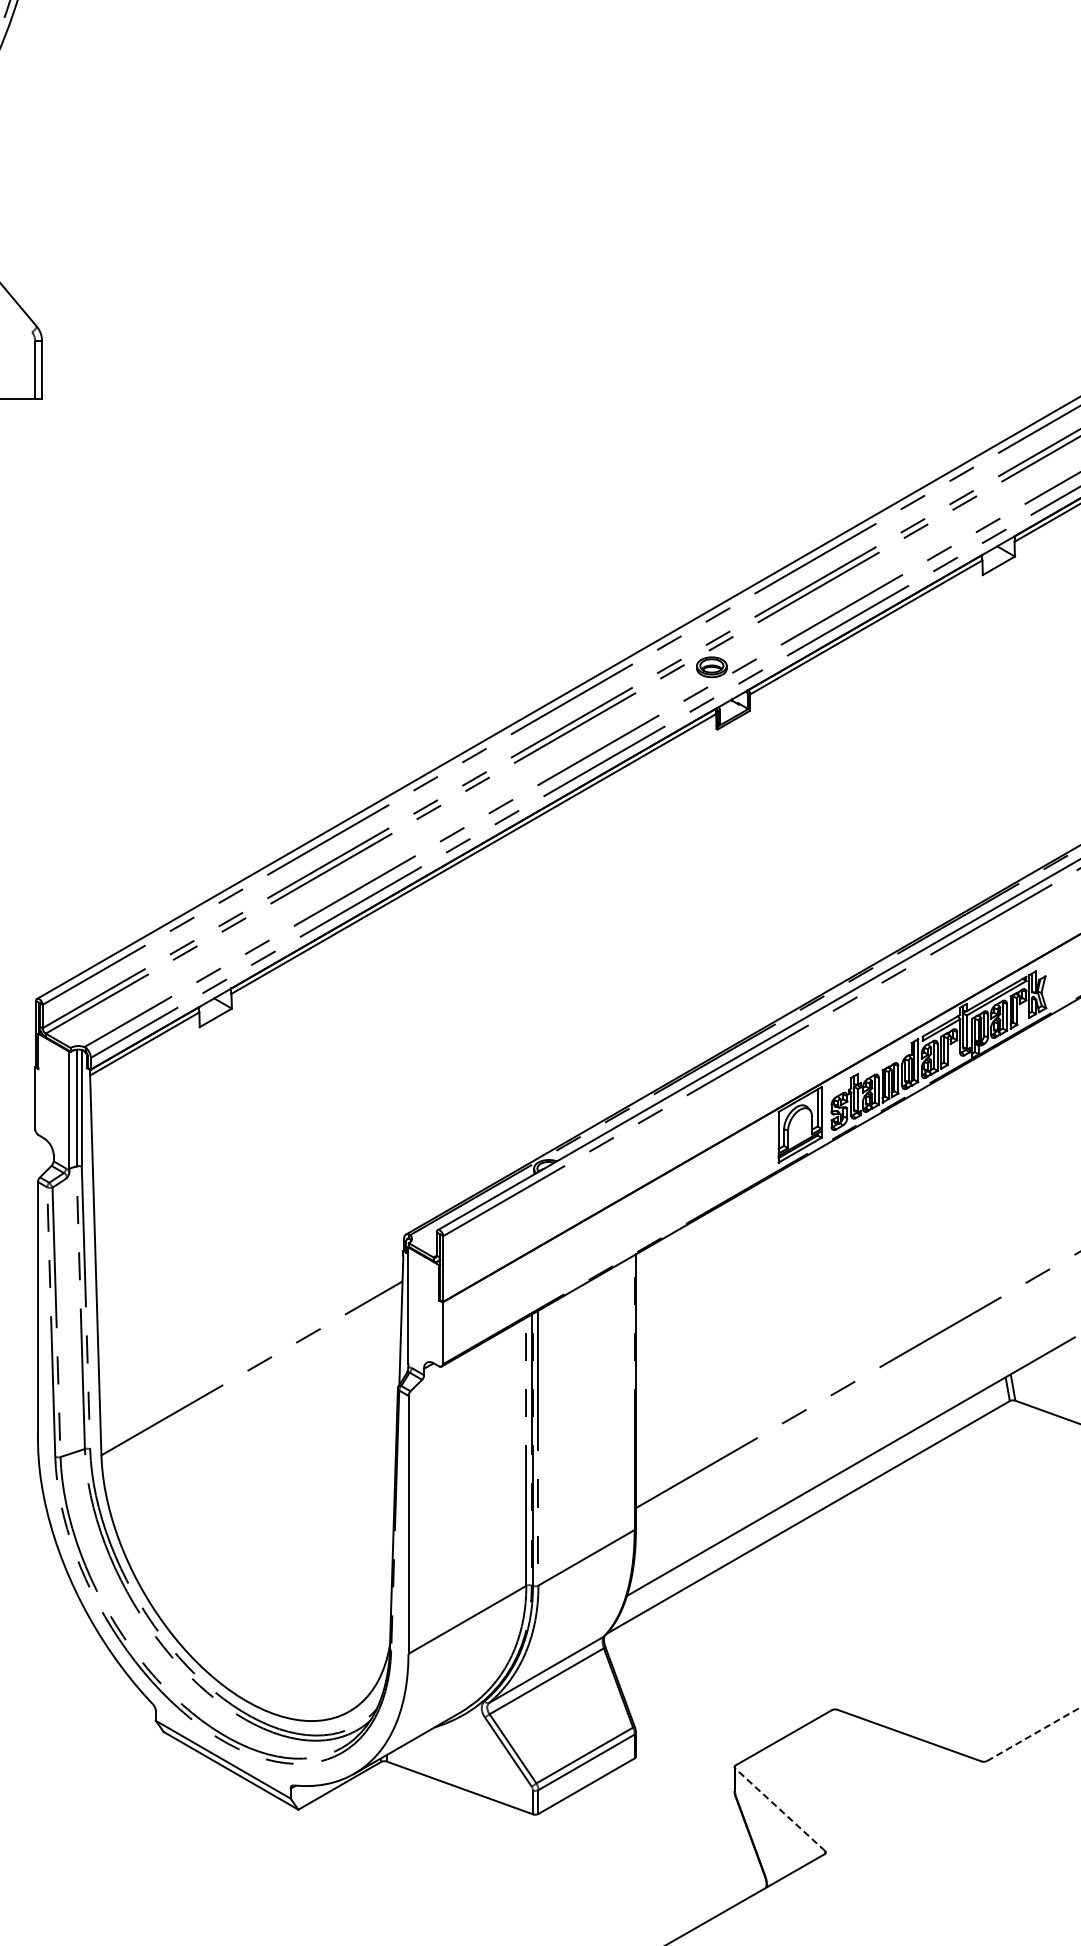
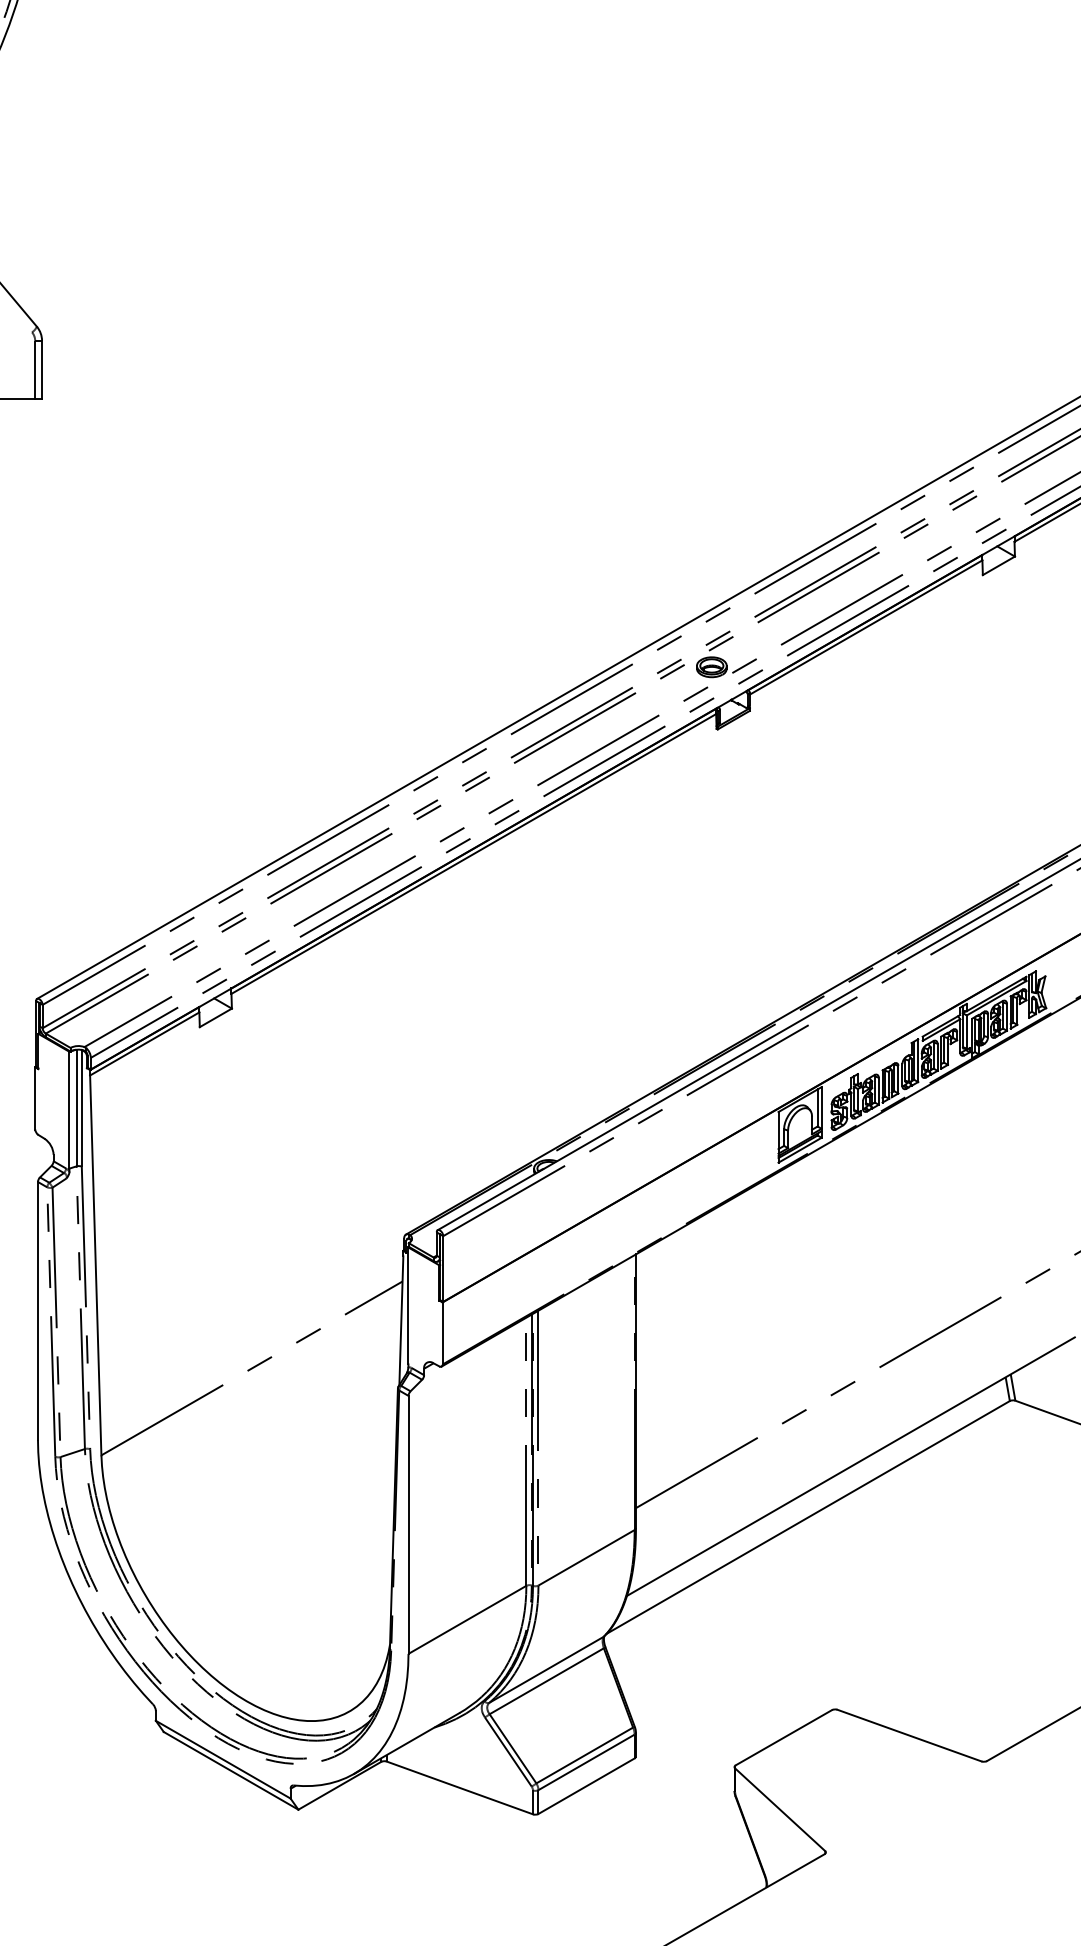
line at (1033, 1734): dashed -> solid
line at (779, 1809): dashed -> solid
